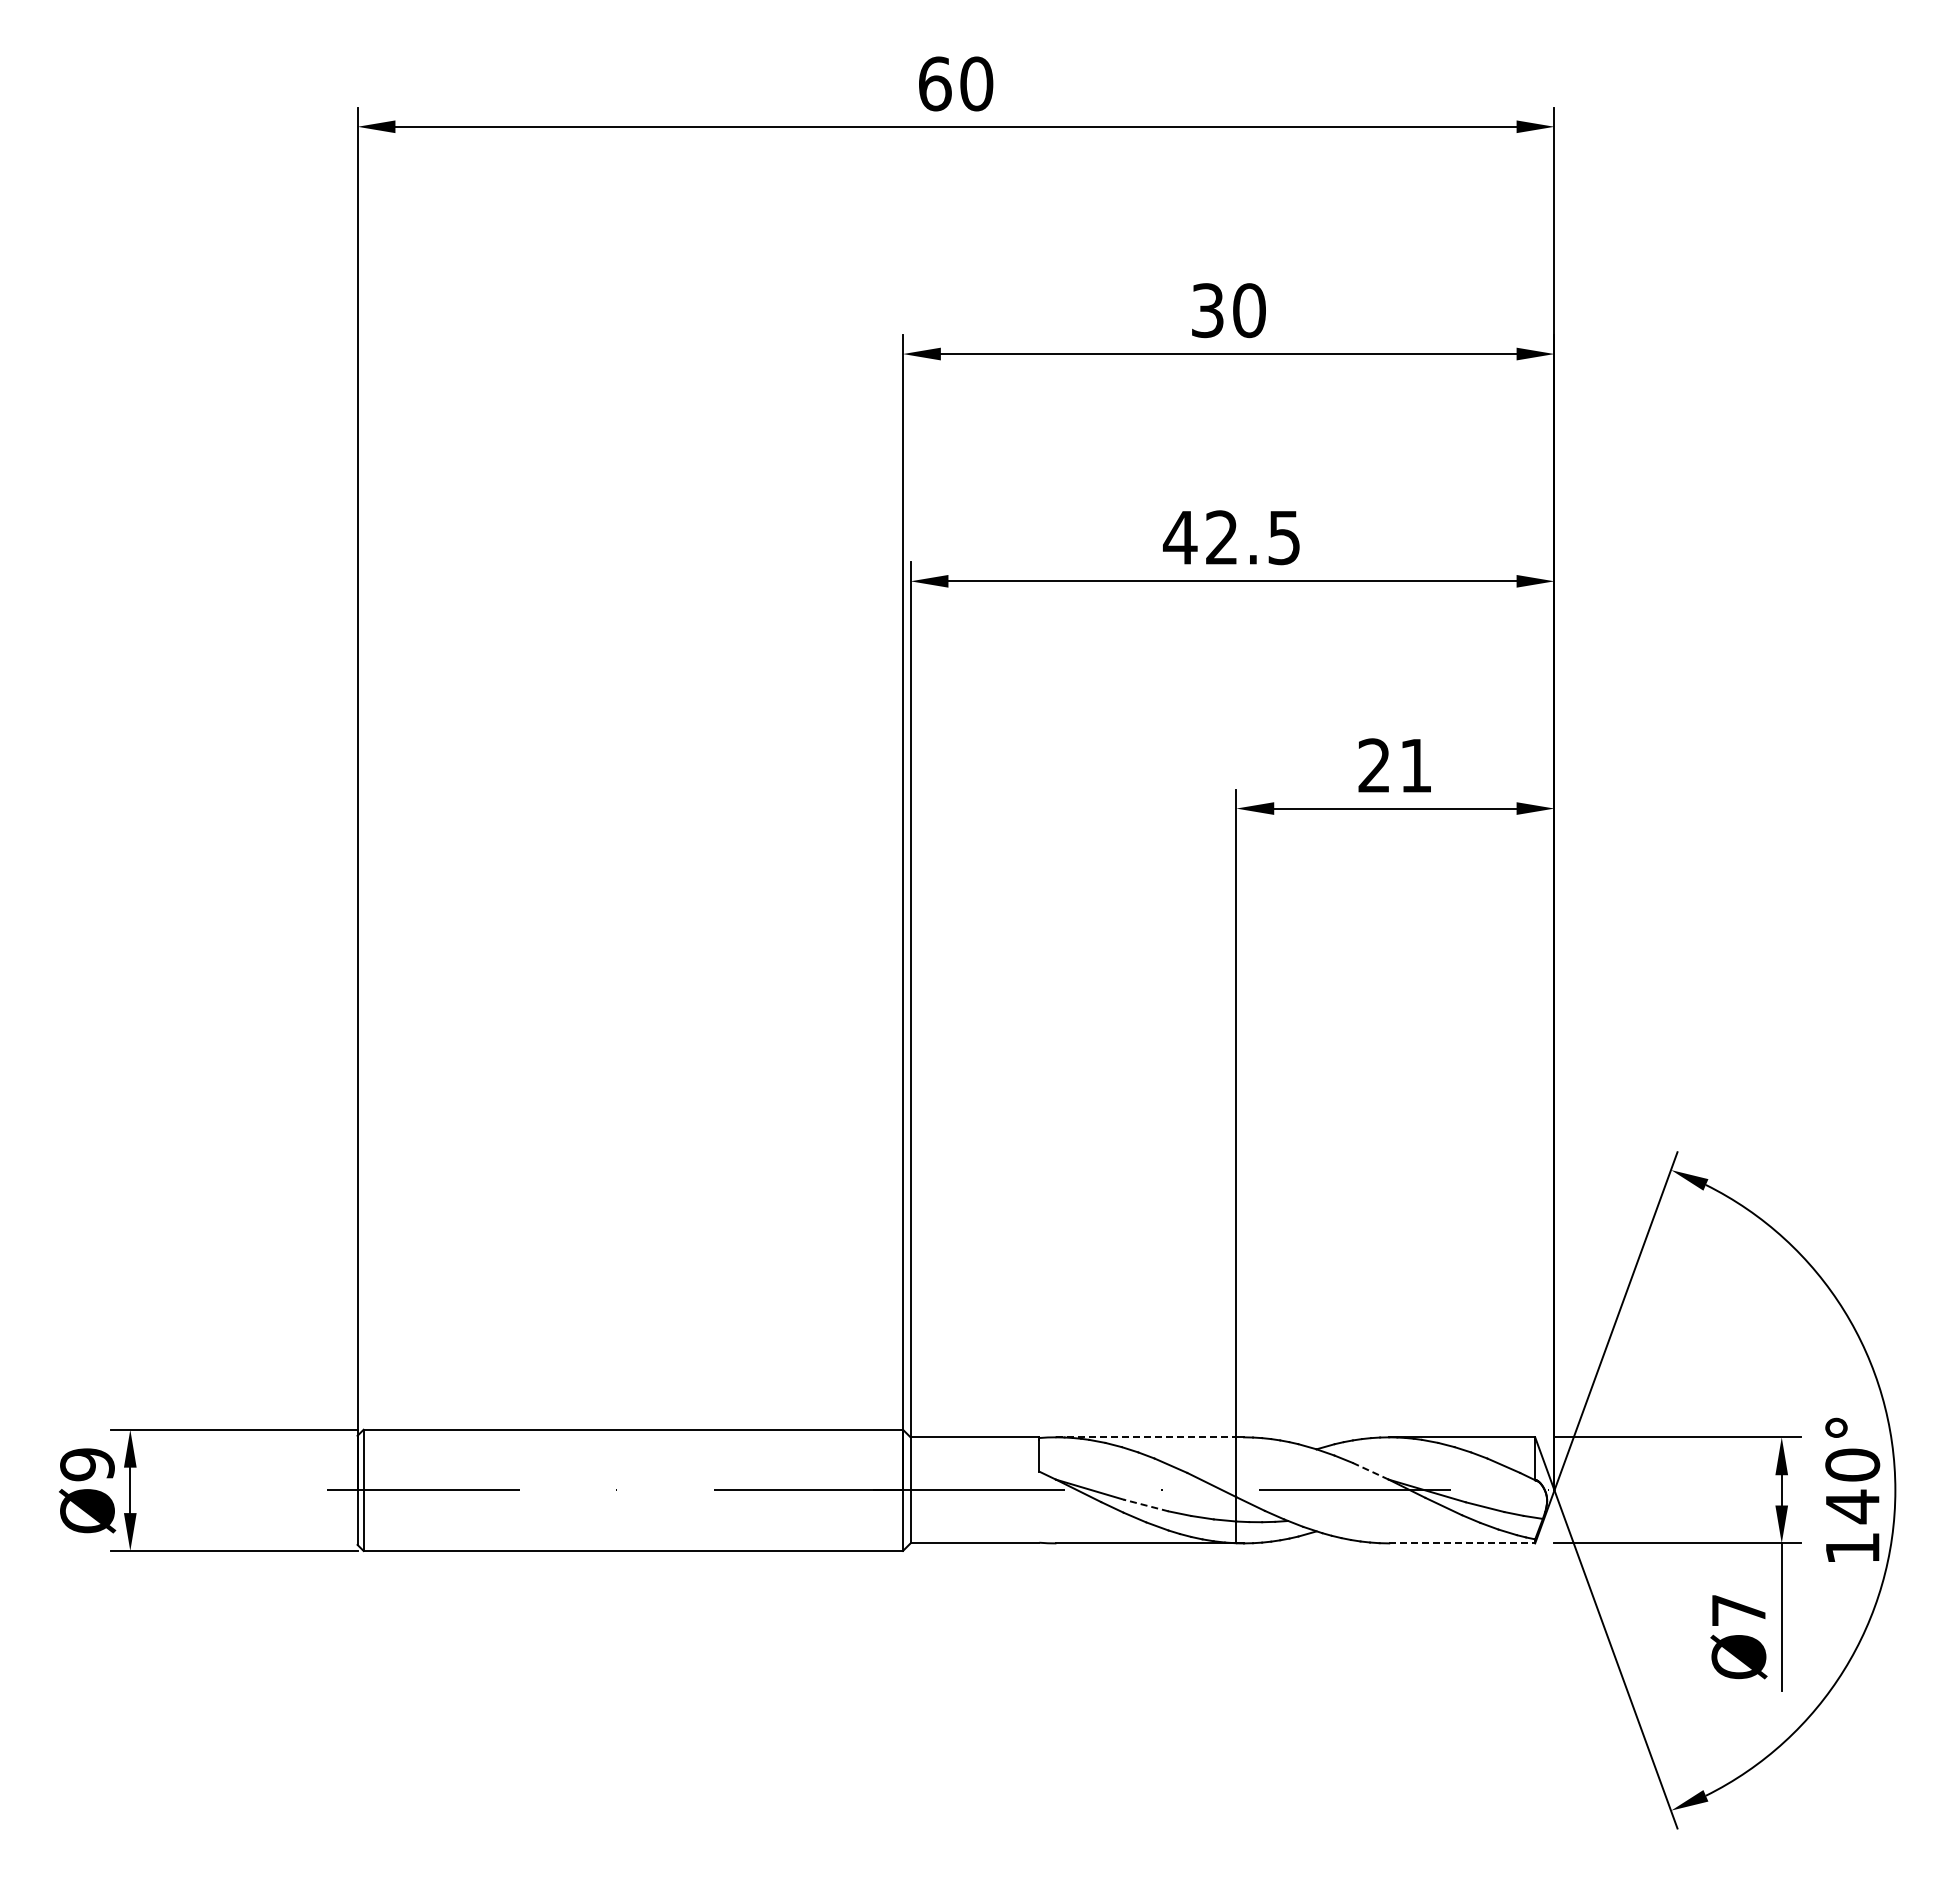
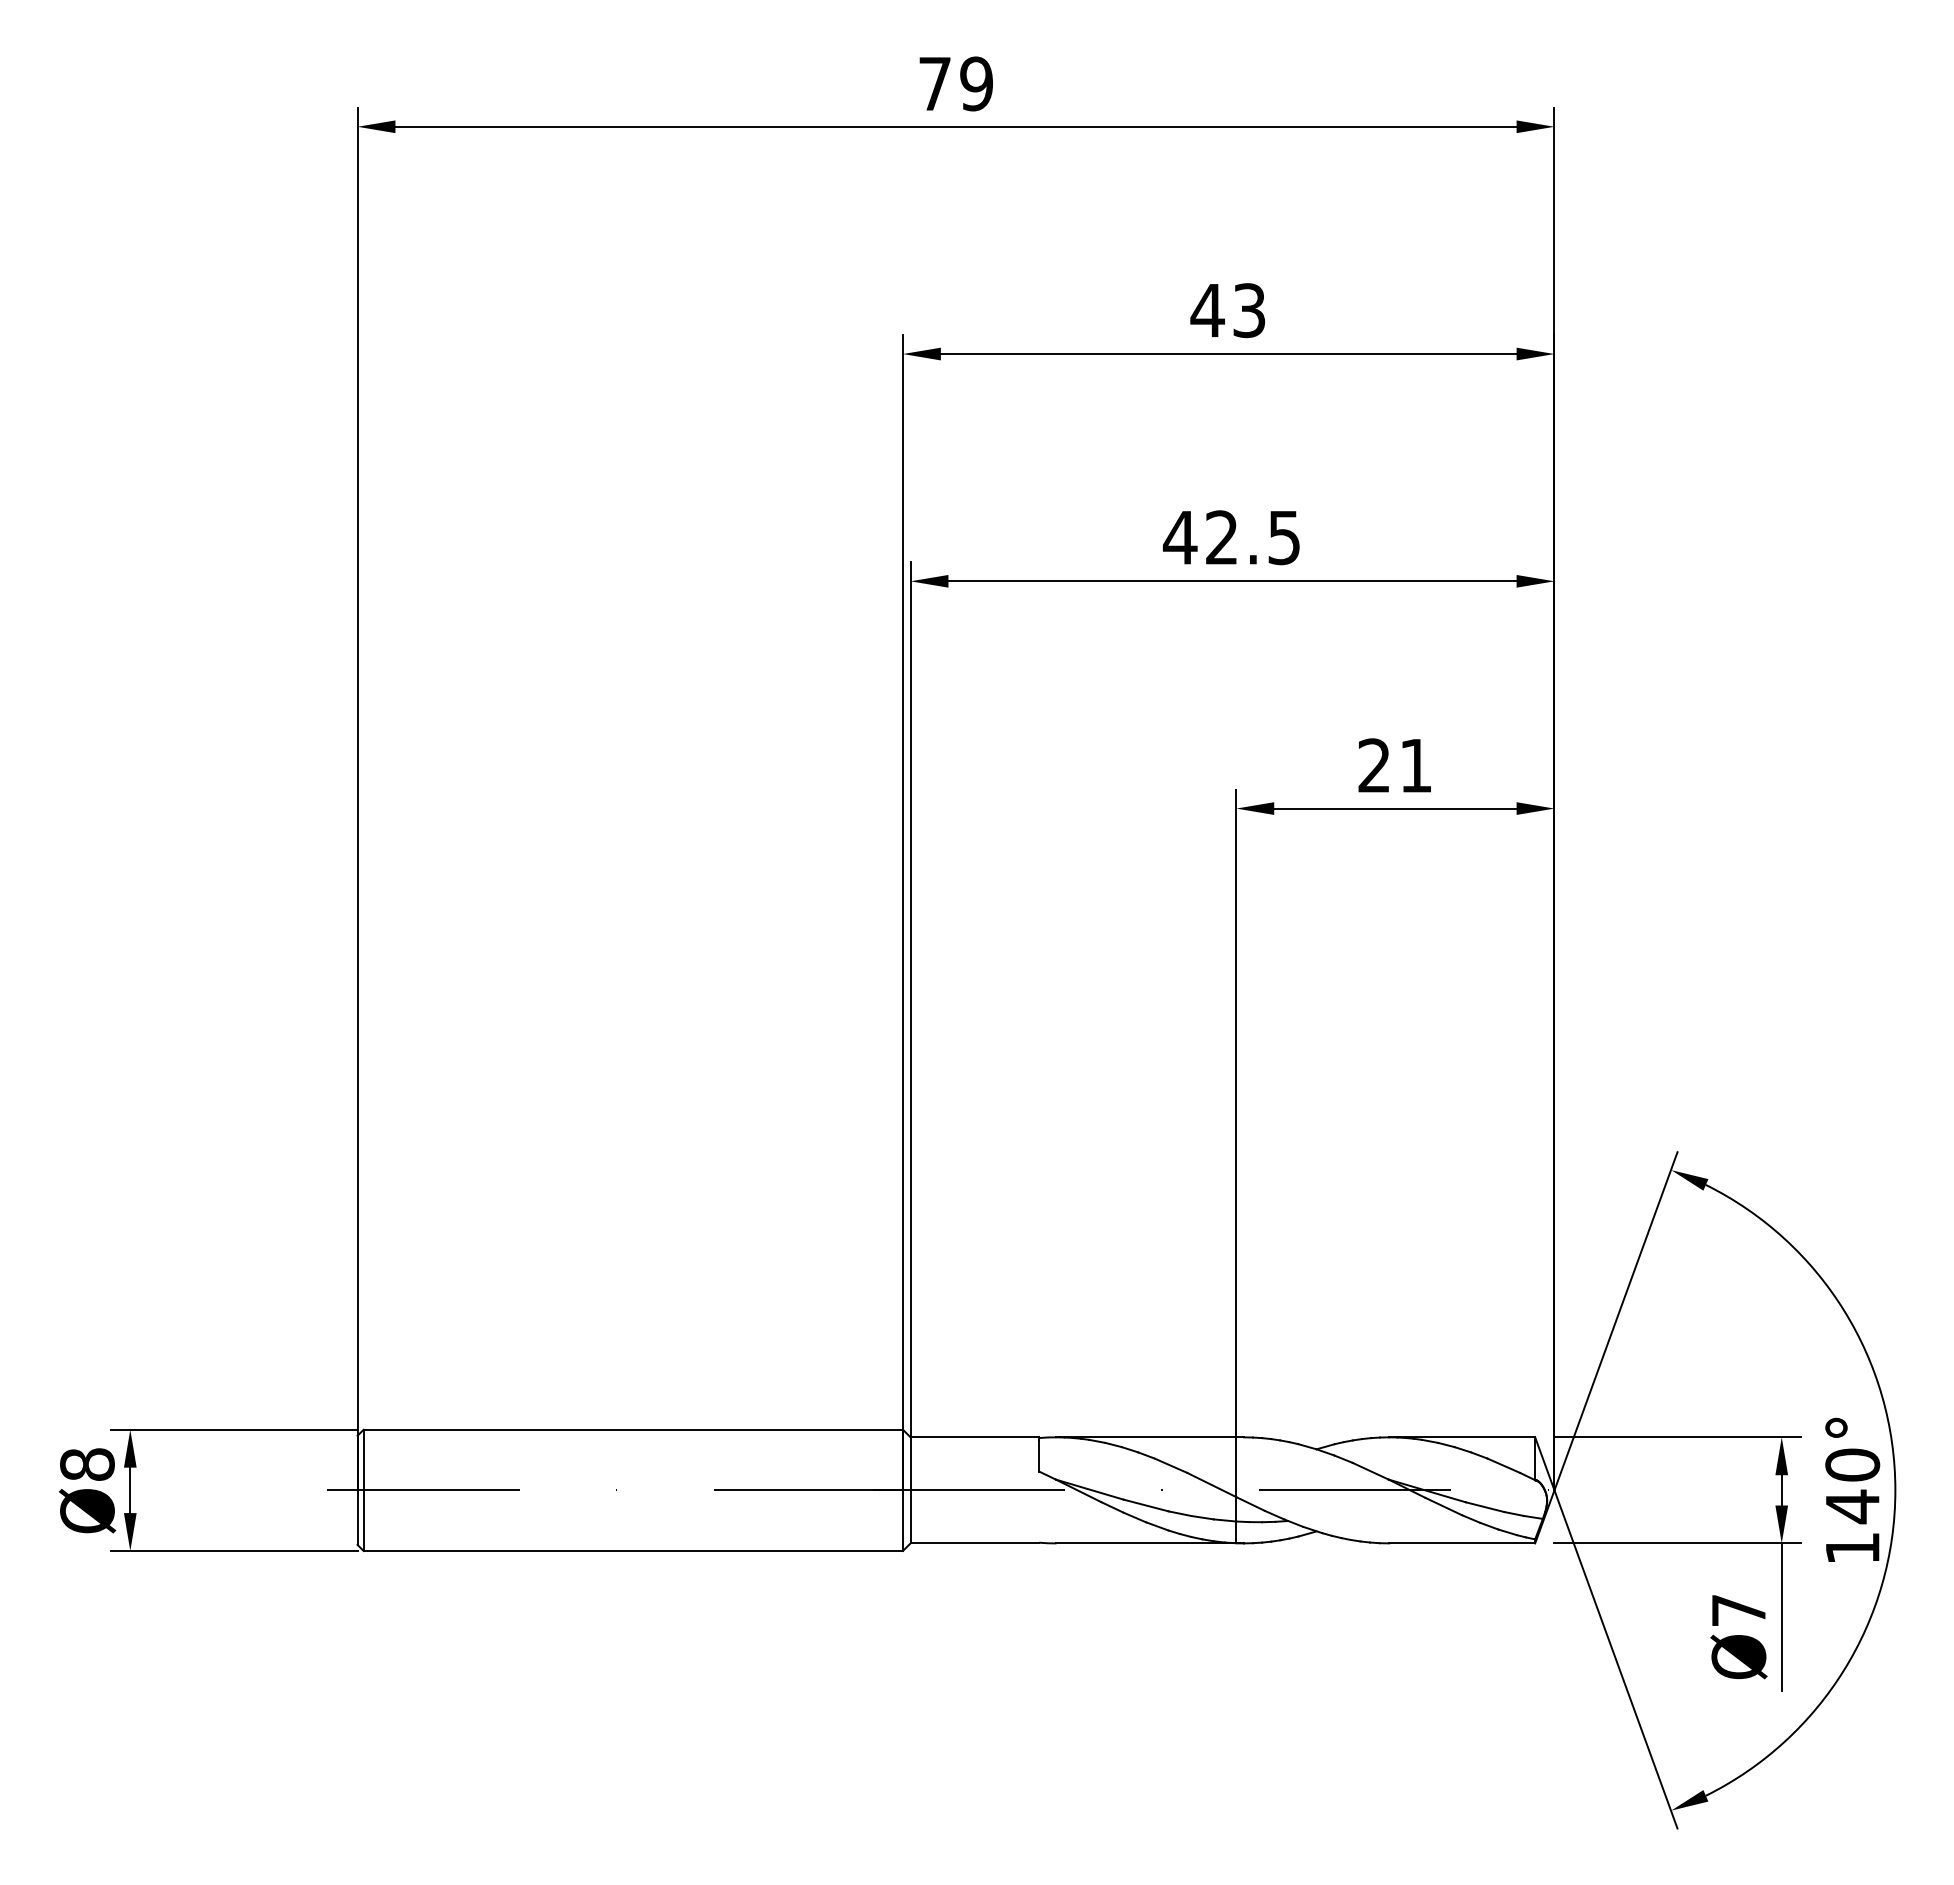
text at (956, 83): 60 -> 79
text at (1227, 310): 30 -> 43
line at (1146, 1437): dashed -> solid
text at (87, 1464): Ø9 -> Ø8
line at (1370, 1471): dashed -> solid
line at (1145, 1505): dashed -> solid
line at (1462, 1543): dashed -> solid
